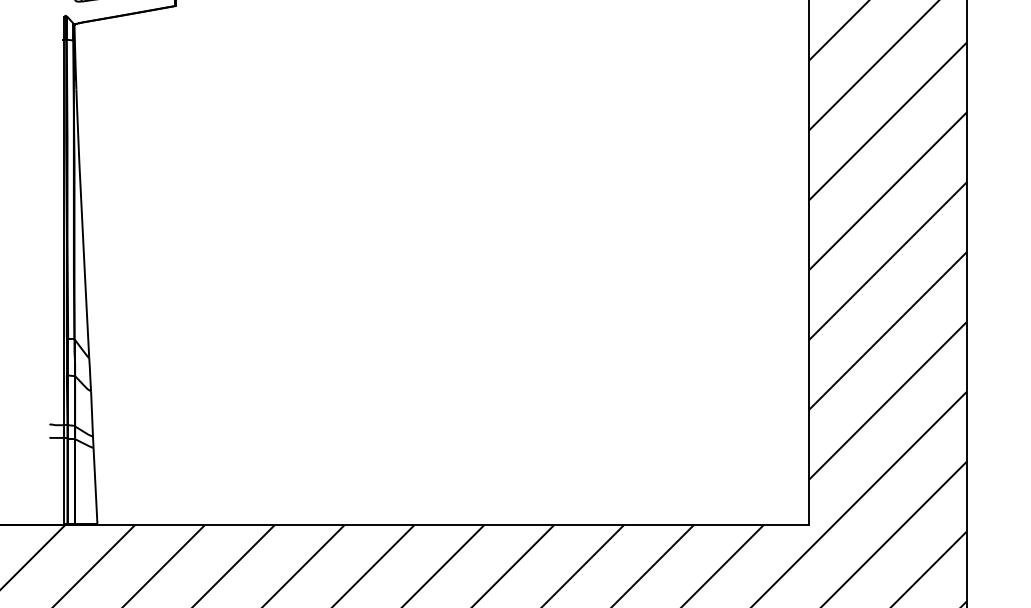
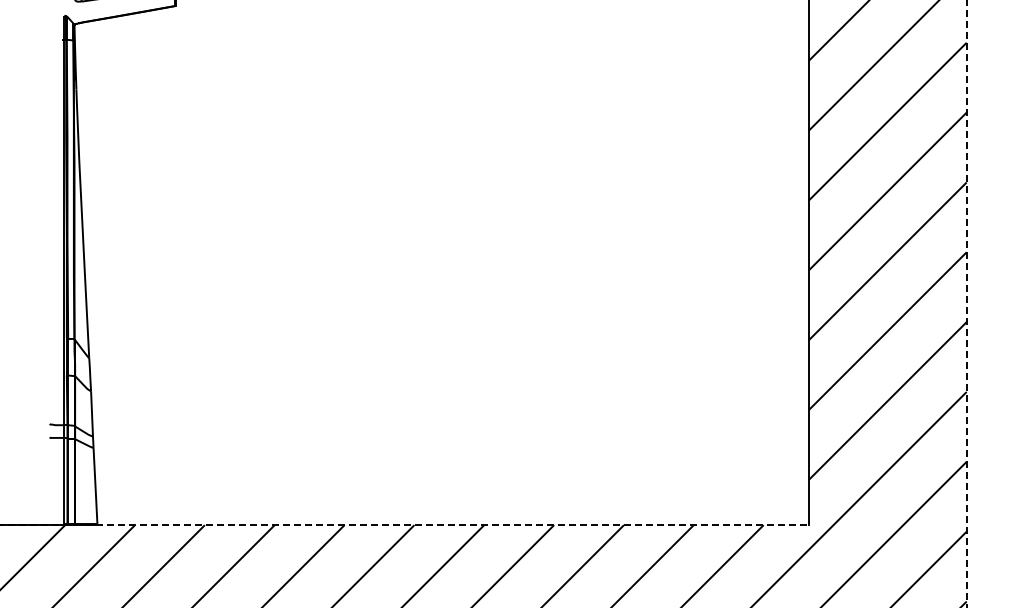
line at (966, 304): solid -> dashed
line at (404, 525): solid -> dashed
